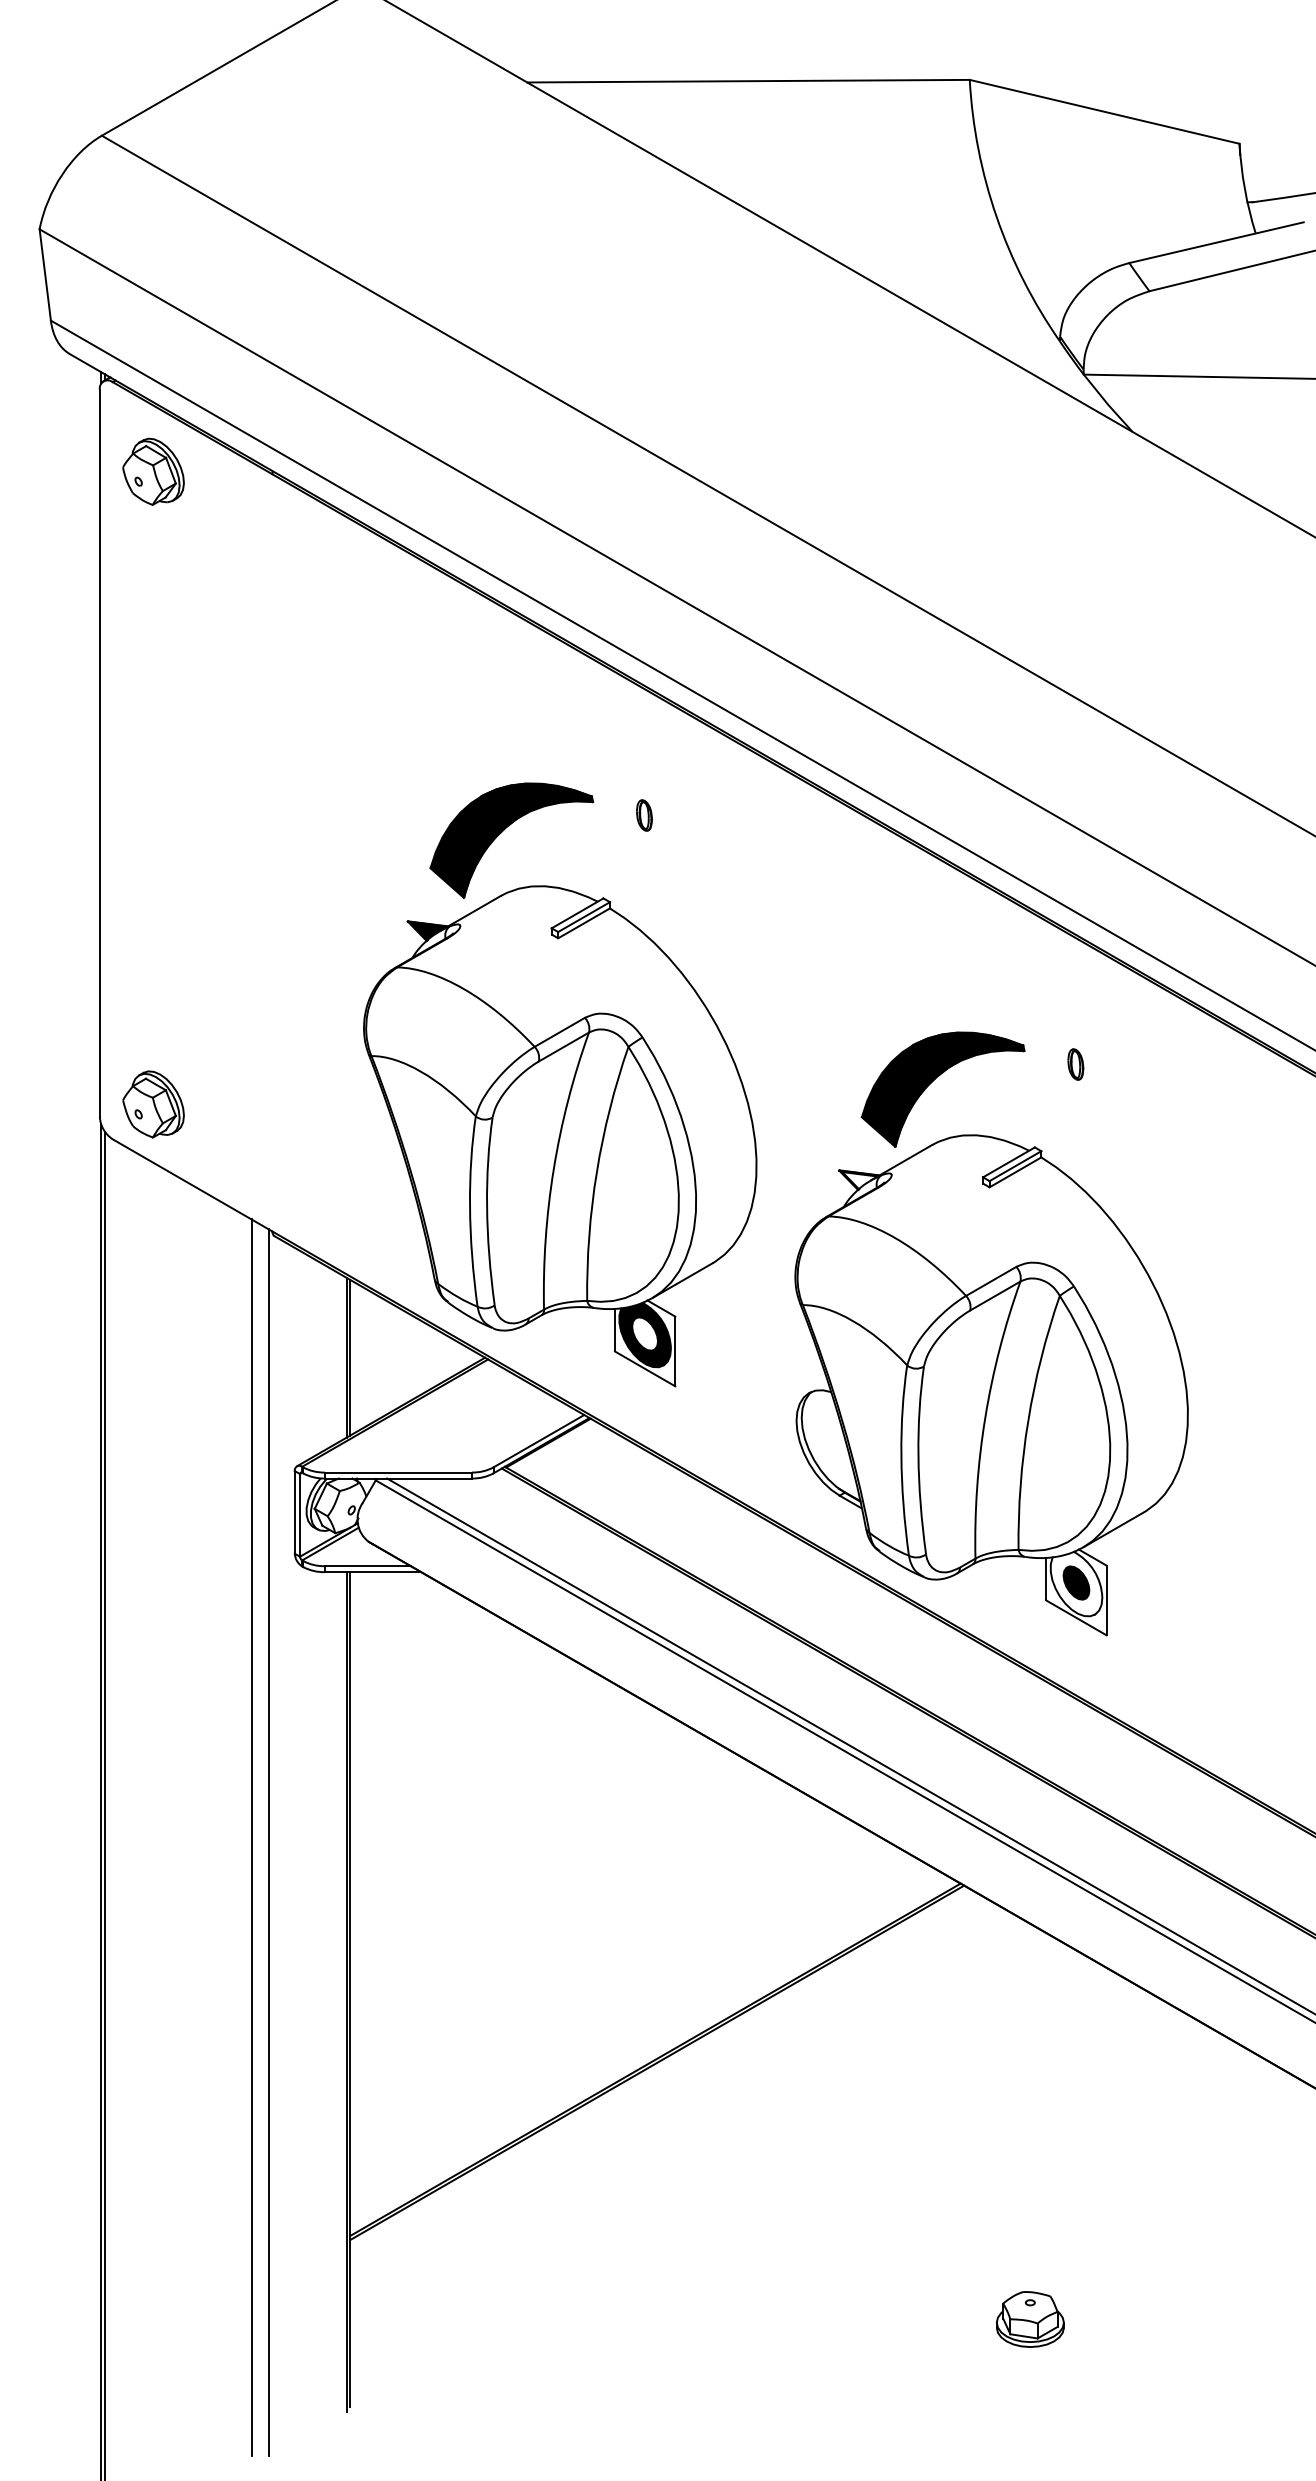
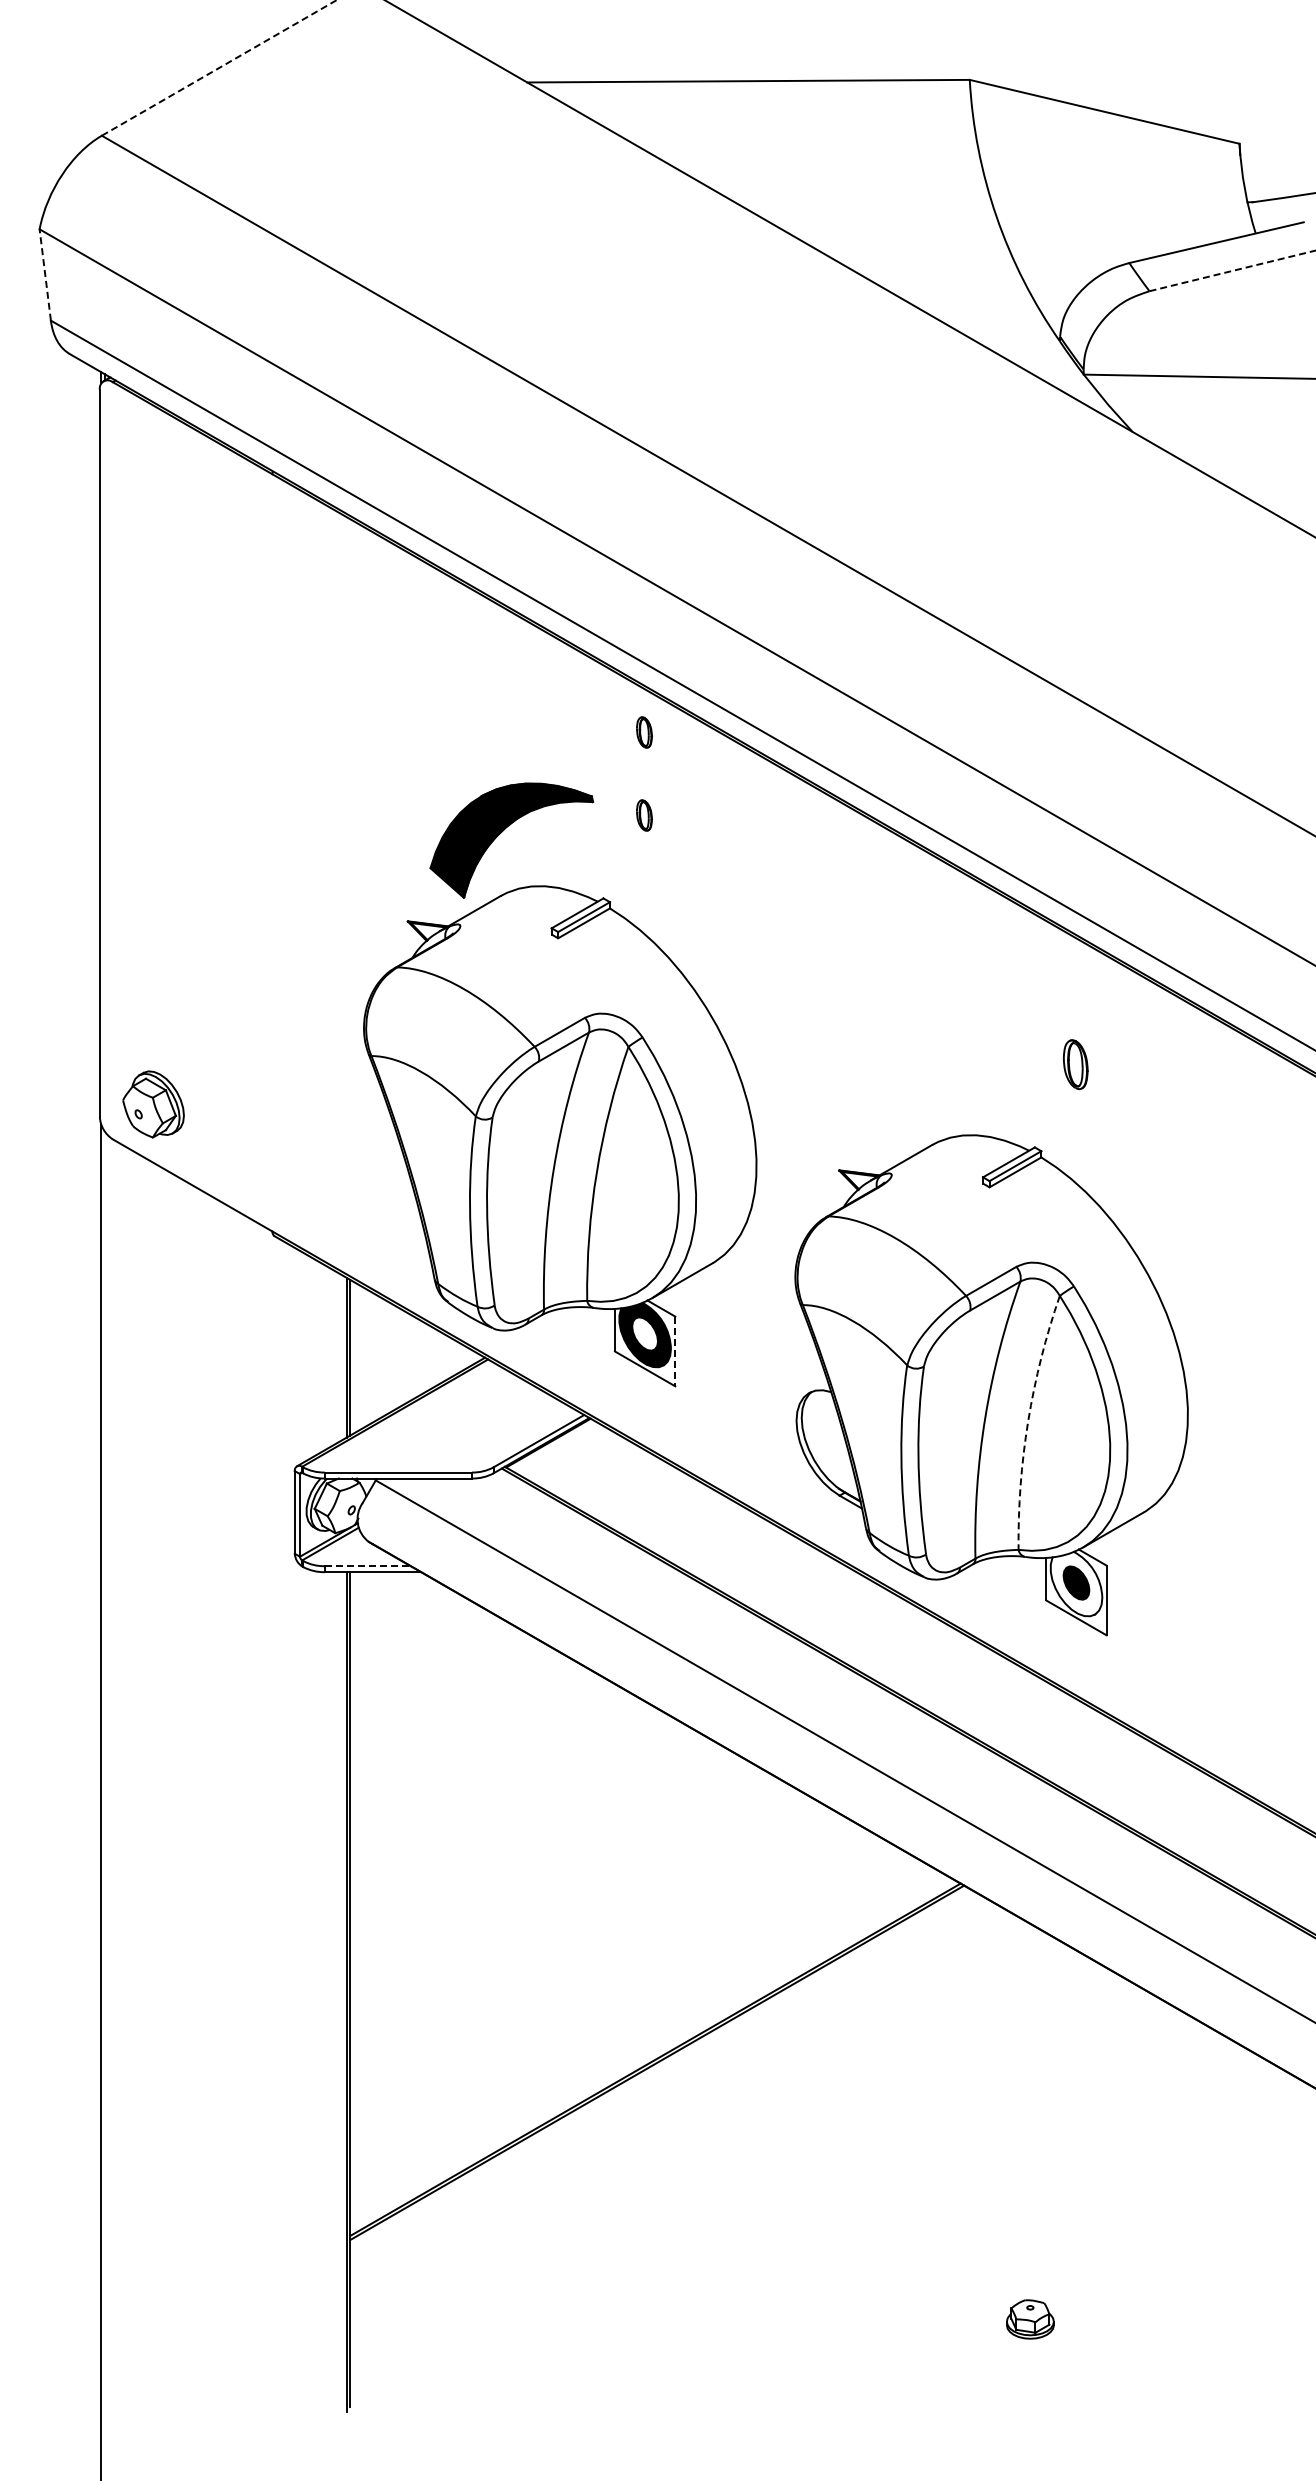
line at (219, 67): solid -> dashed
line at (1232, 270): solid -> dashed
line at (45, 274): solid -> dashed
part at (153, 471): present -> none
part at (644, 732): none -> present
fill at (428, 931): present -> none
part at (1075, 1064) size: 18x33 px -> 27x52 px
part at (934, 1080): present -> none
line at (675, 1351): solid -> dashed
arc at (1028, 1421): solid -> dashed
line at (368, 1566): solid -> dashed
line at (849, 1745): present -> none
line at (105, 1804): present -> none
line at (251, 1837): present -> none
line at (268, 1842): present -> none
part at (1030, 2319) size: 69x57 px -> 49x41 px
